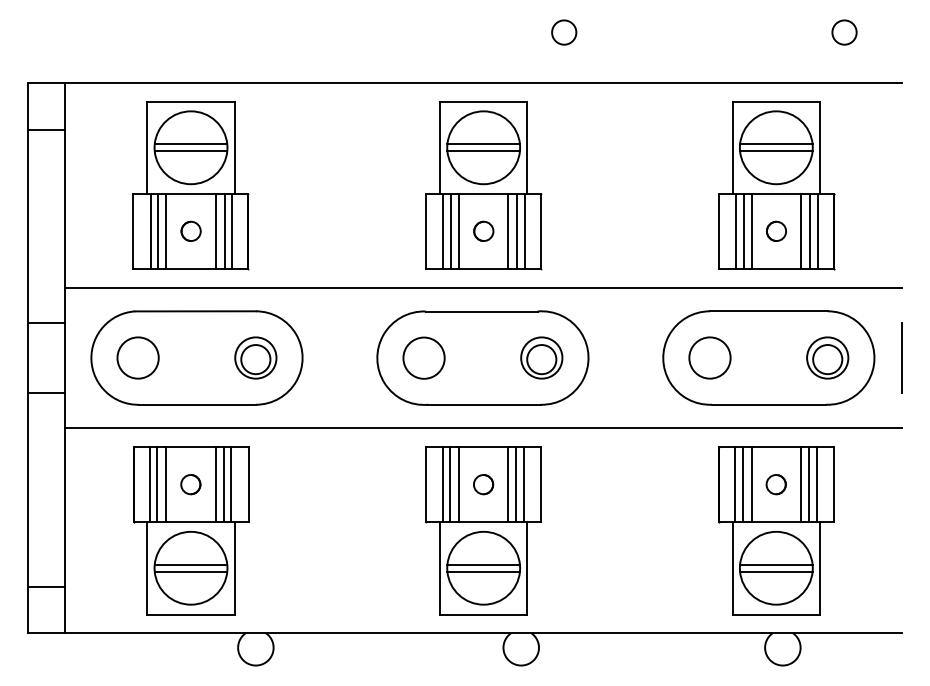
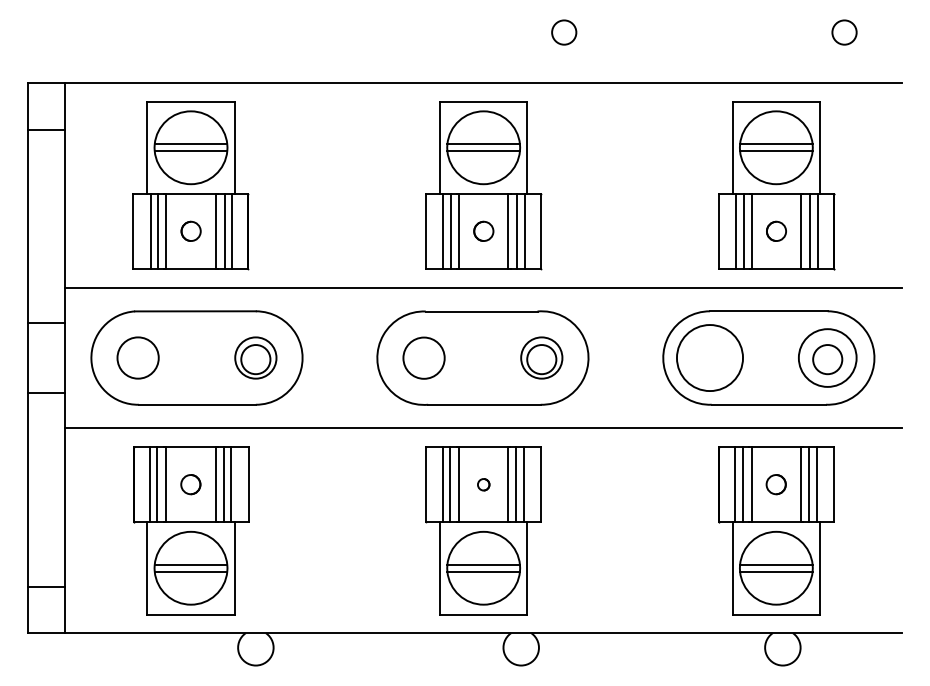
circle at (709, 357) diameter: 41 px -> 66 px
circle at (827, 357) diameter: 41 px -> 58 px
line at (902, 357): present -> none
part at (483, 484) size: 22x22 px -> 14x14 px
